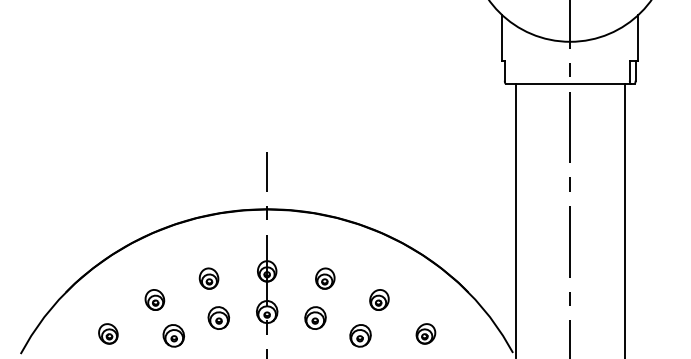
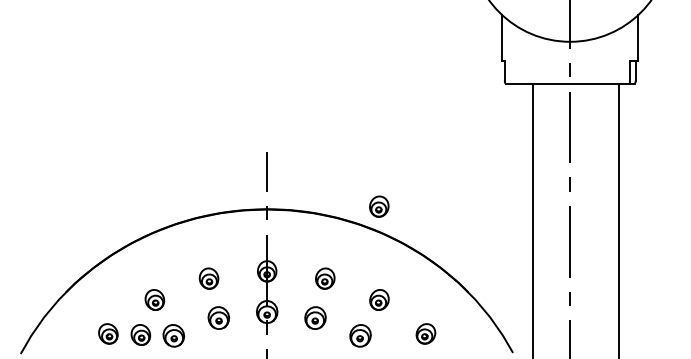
part at (379, 206): none -> present
line at (515, 219) position: (515, 219) -> (532, 219)
line at (624, 219) position: (624, 219) -> (618, 219)
part at (140, 334): none -> present
